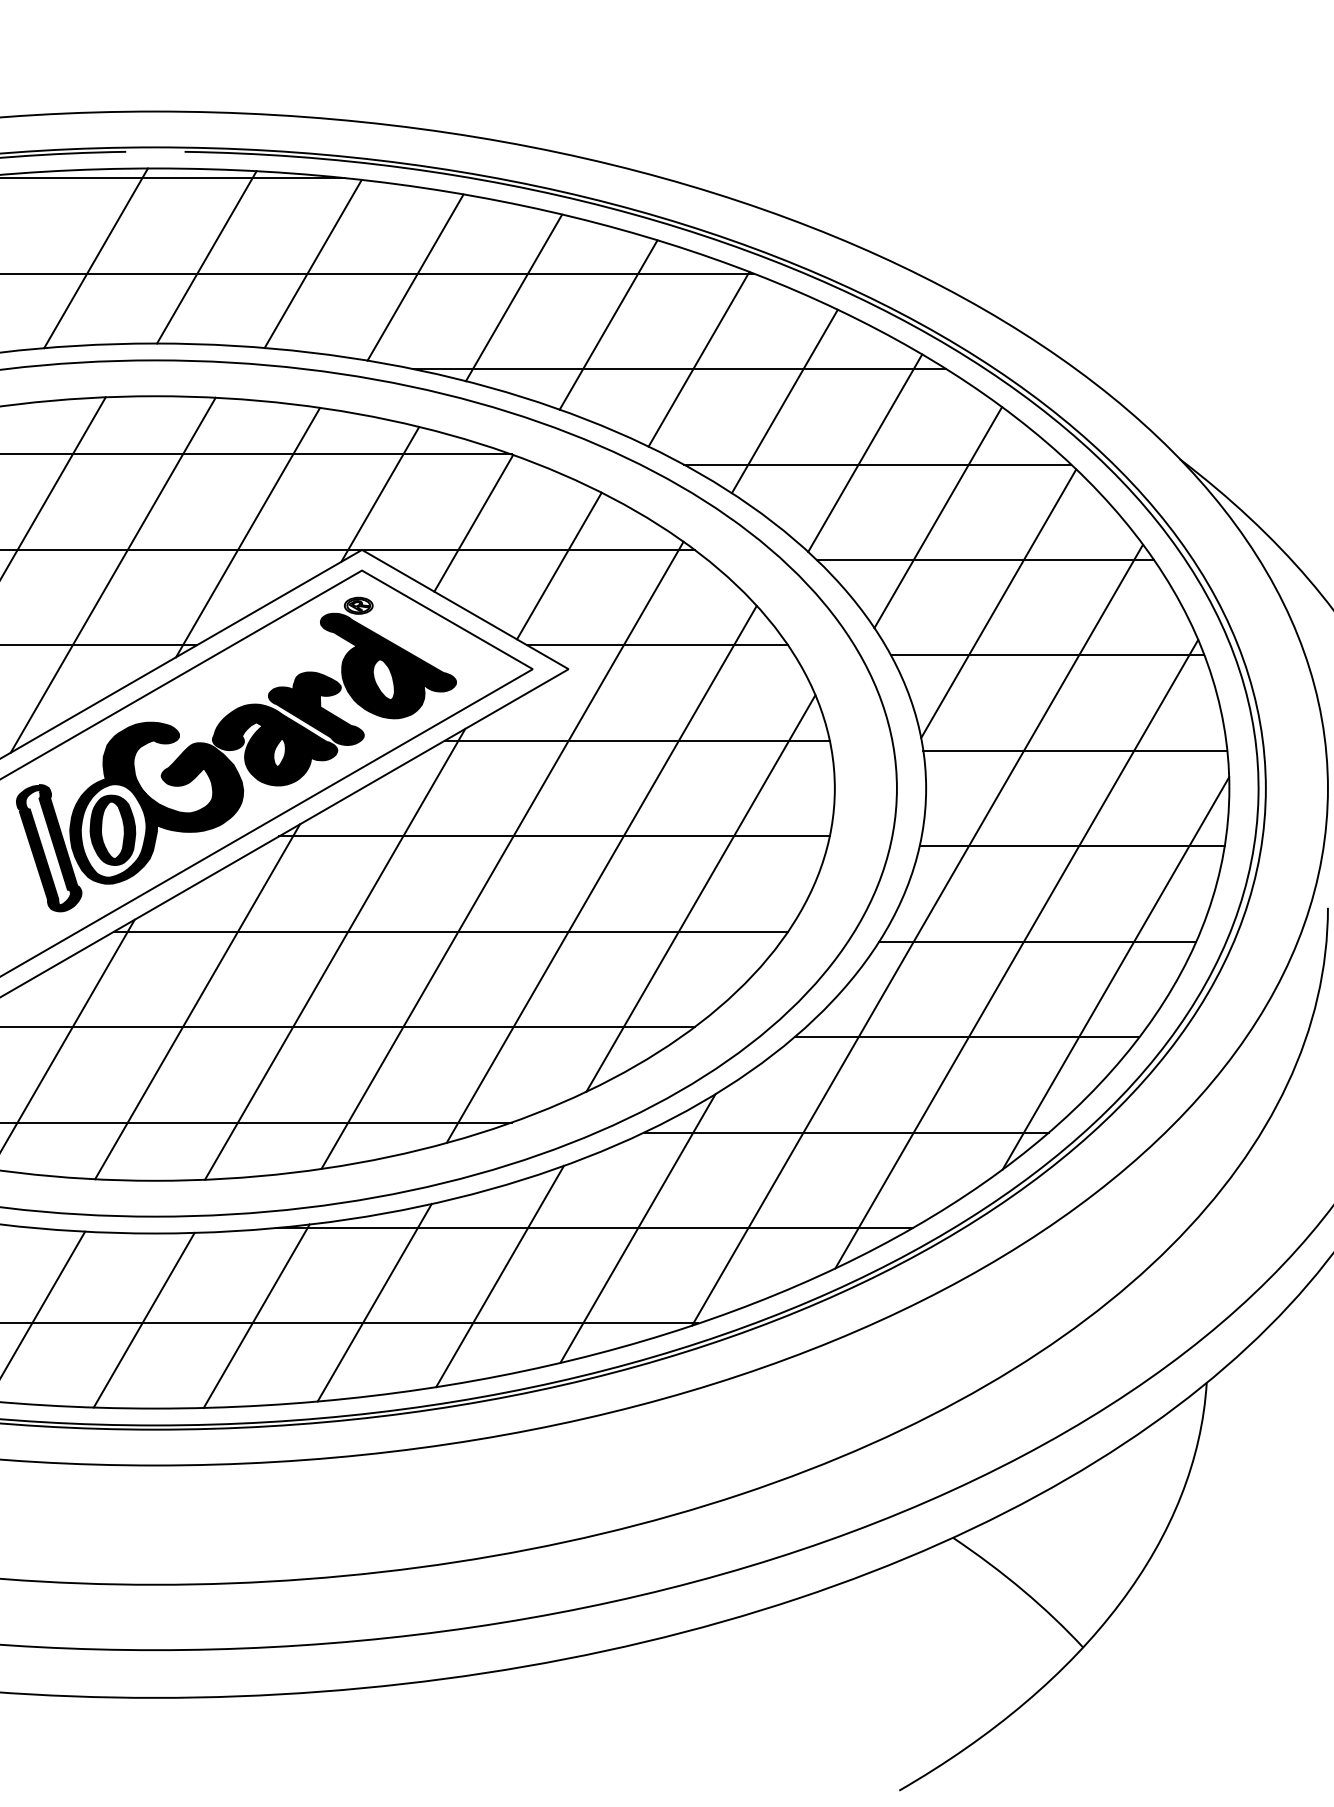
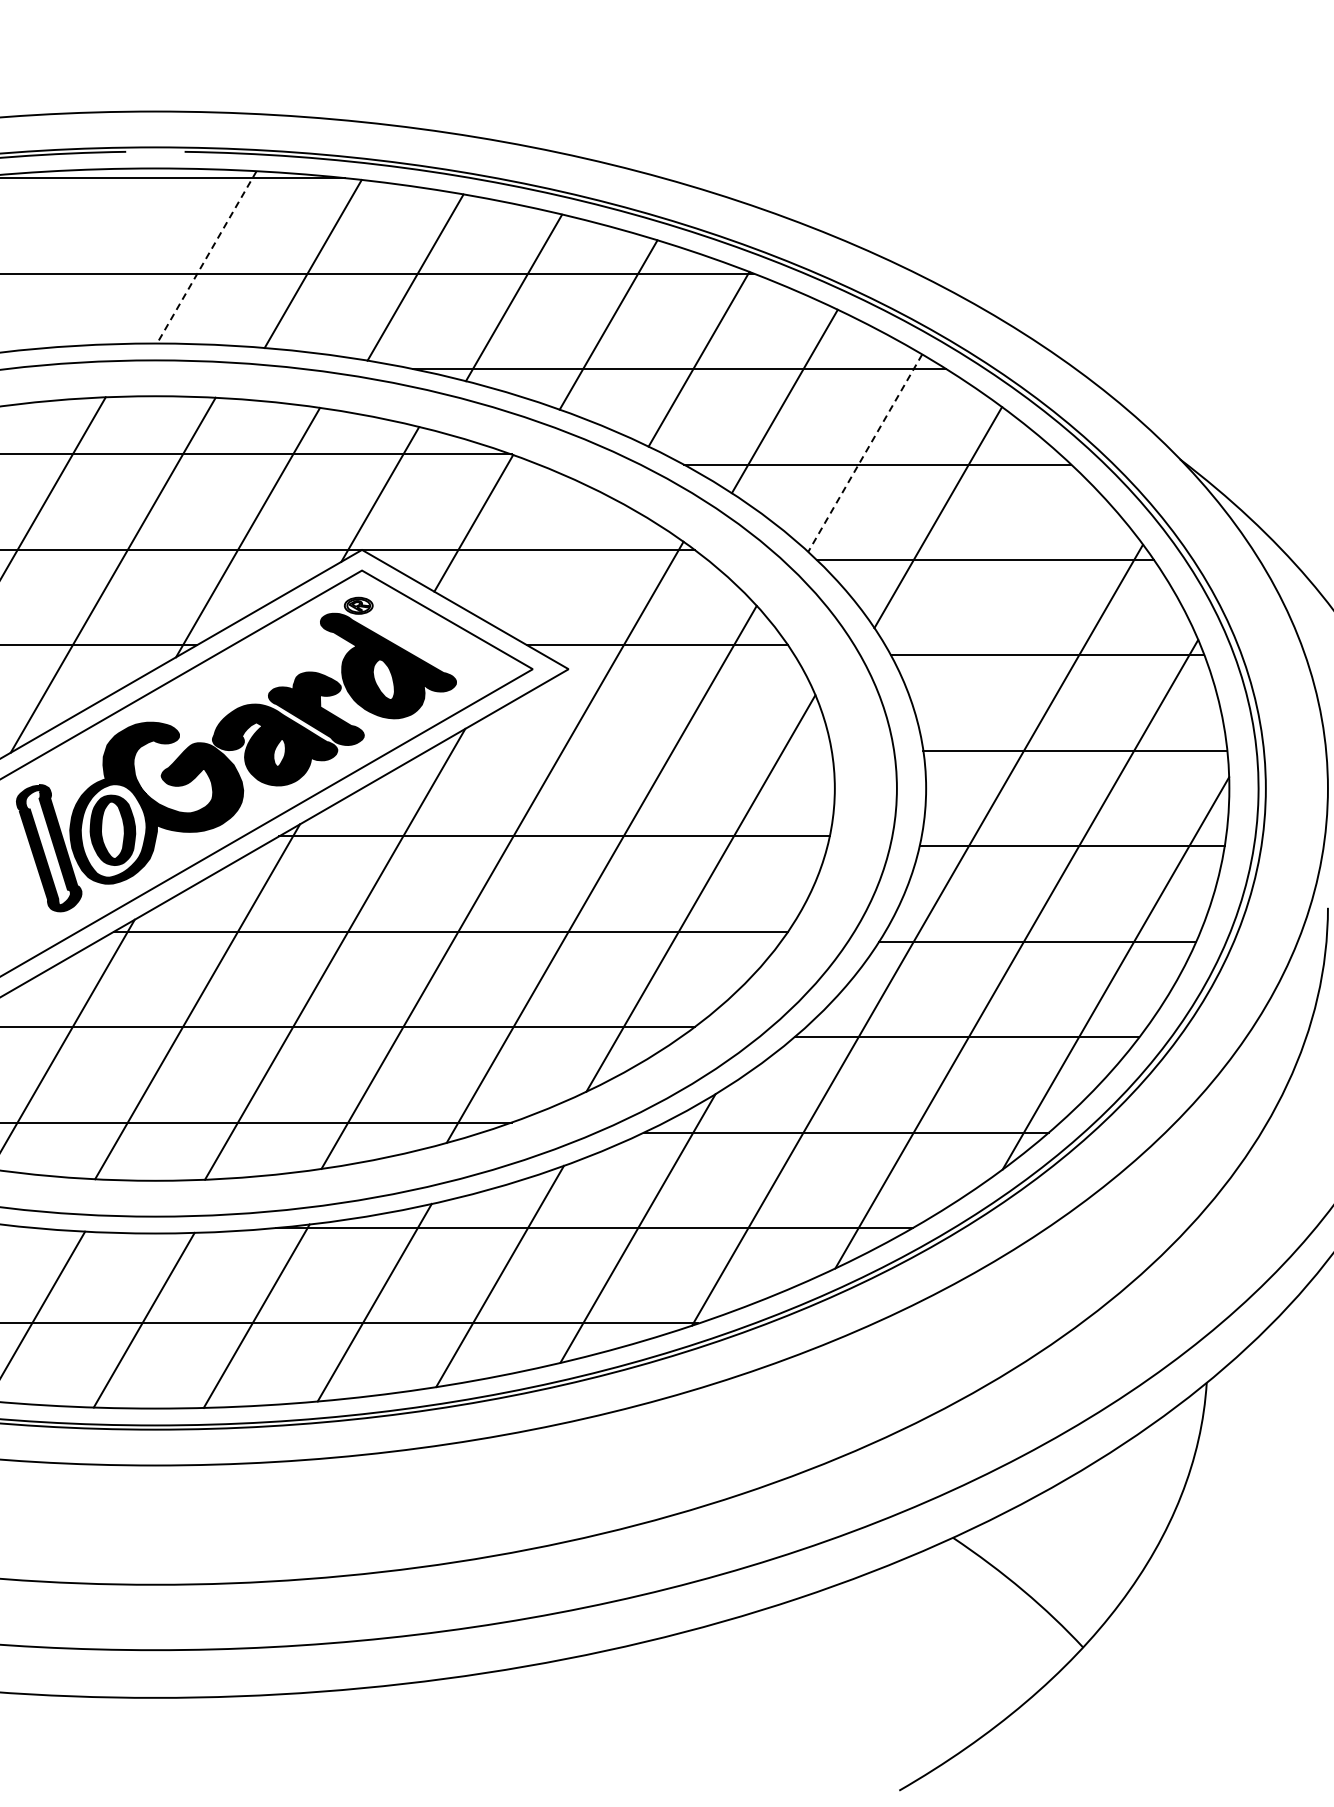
line at (206, 257): solid -> dashed
line at (95, 258): present -> none
line at (864, 453): solid -> dashed
line at (559, 565): present -> none
line at (998, 603): present -> none
line at (636, 740): present -> none
